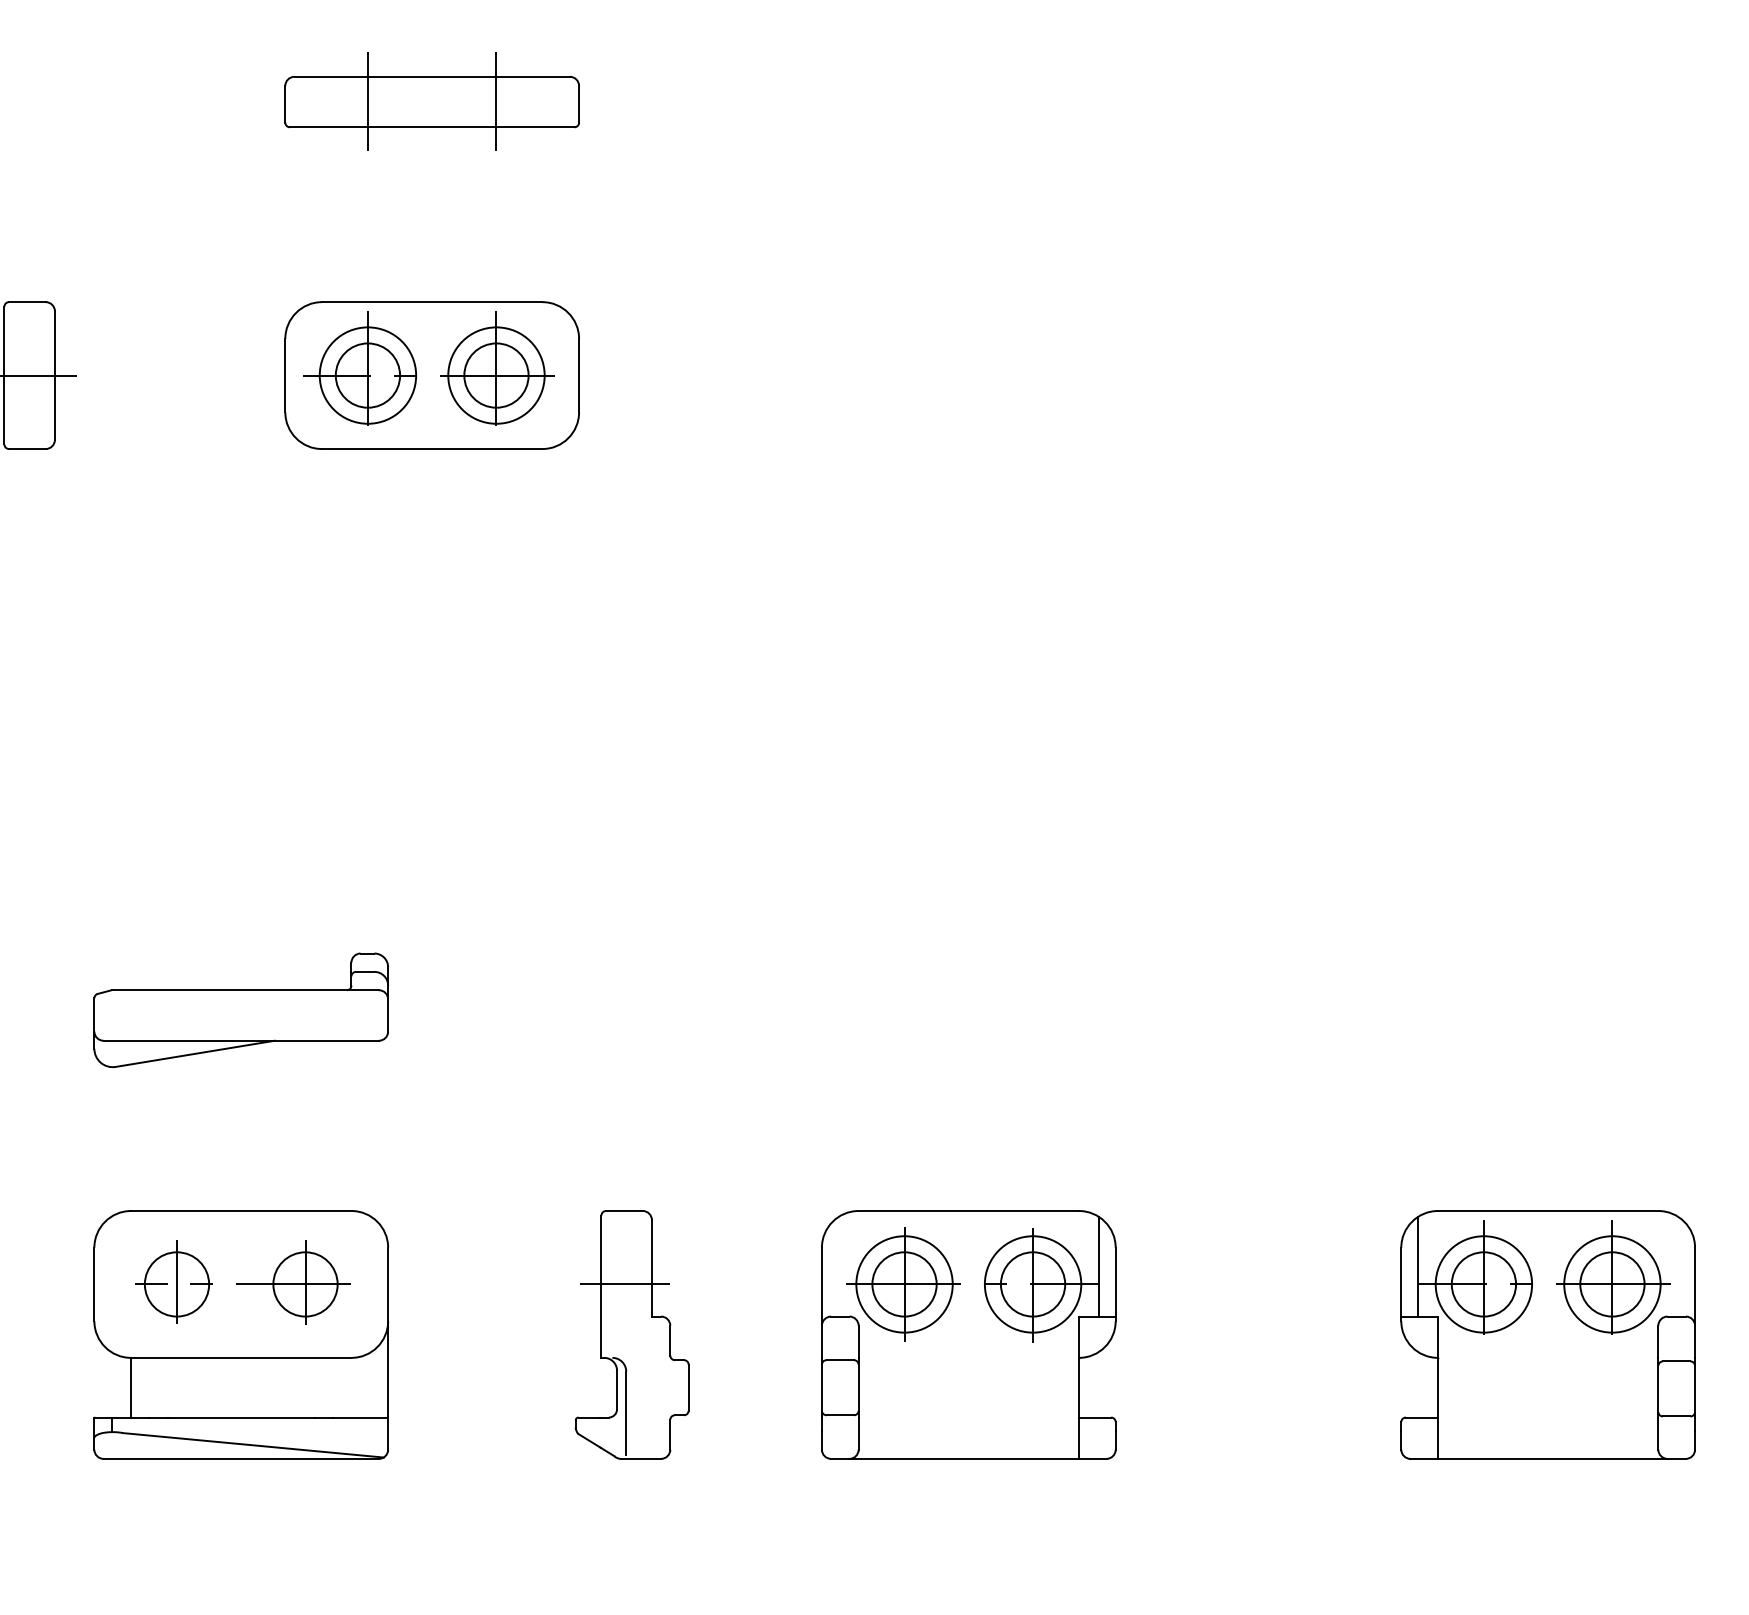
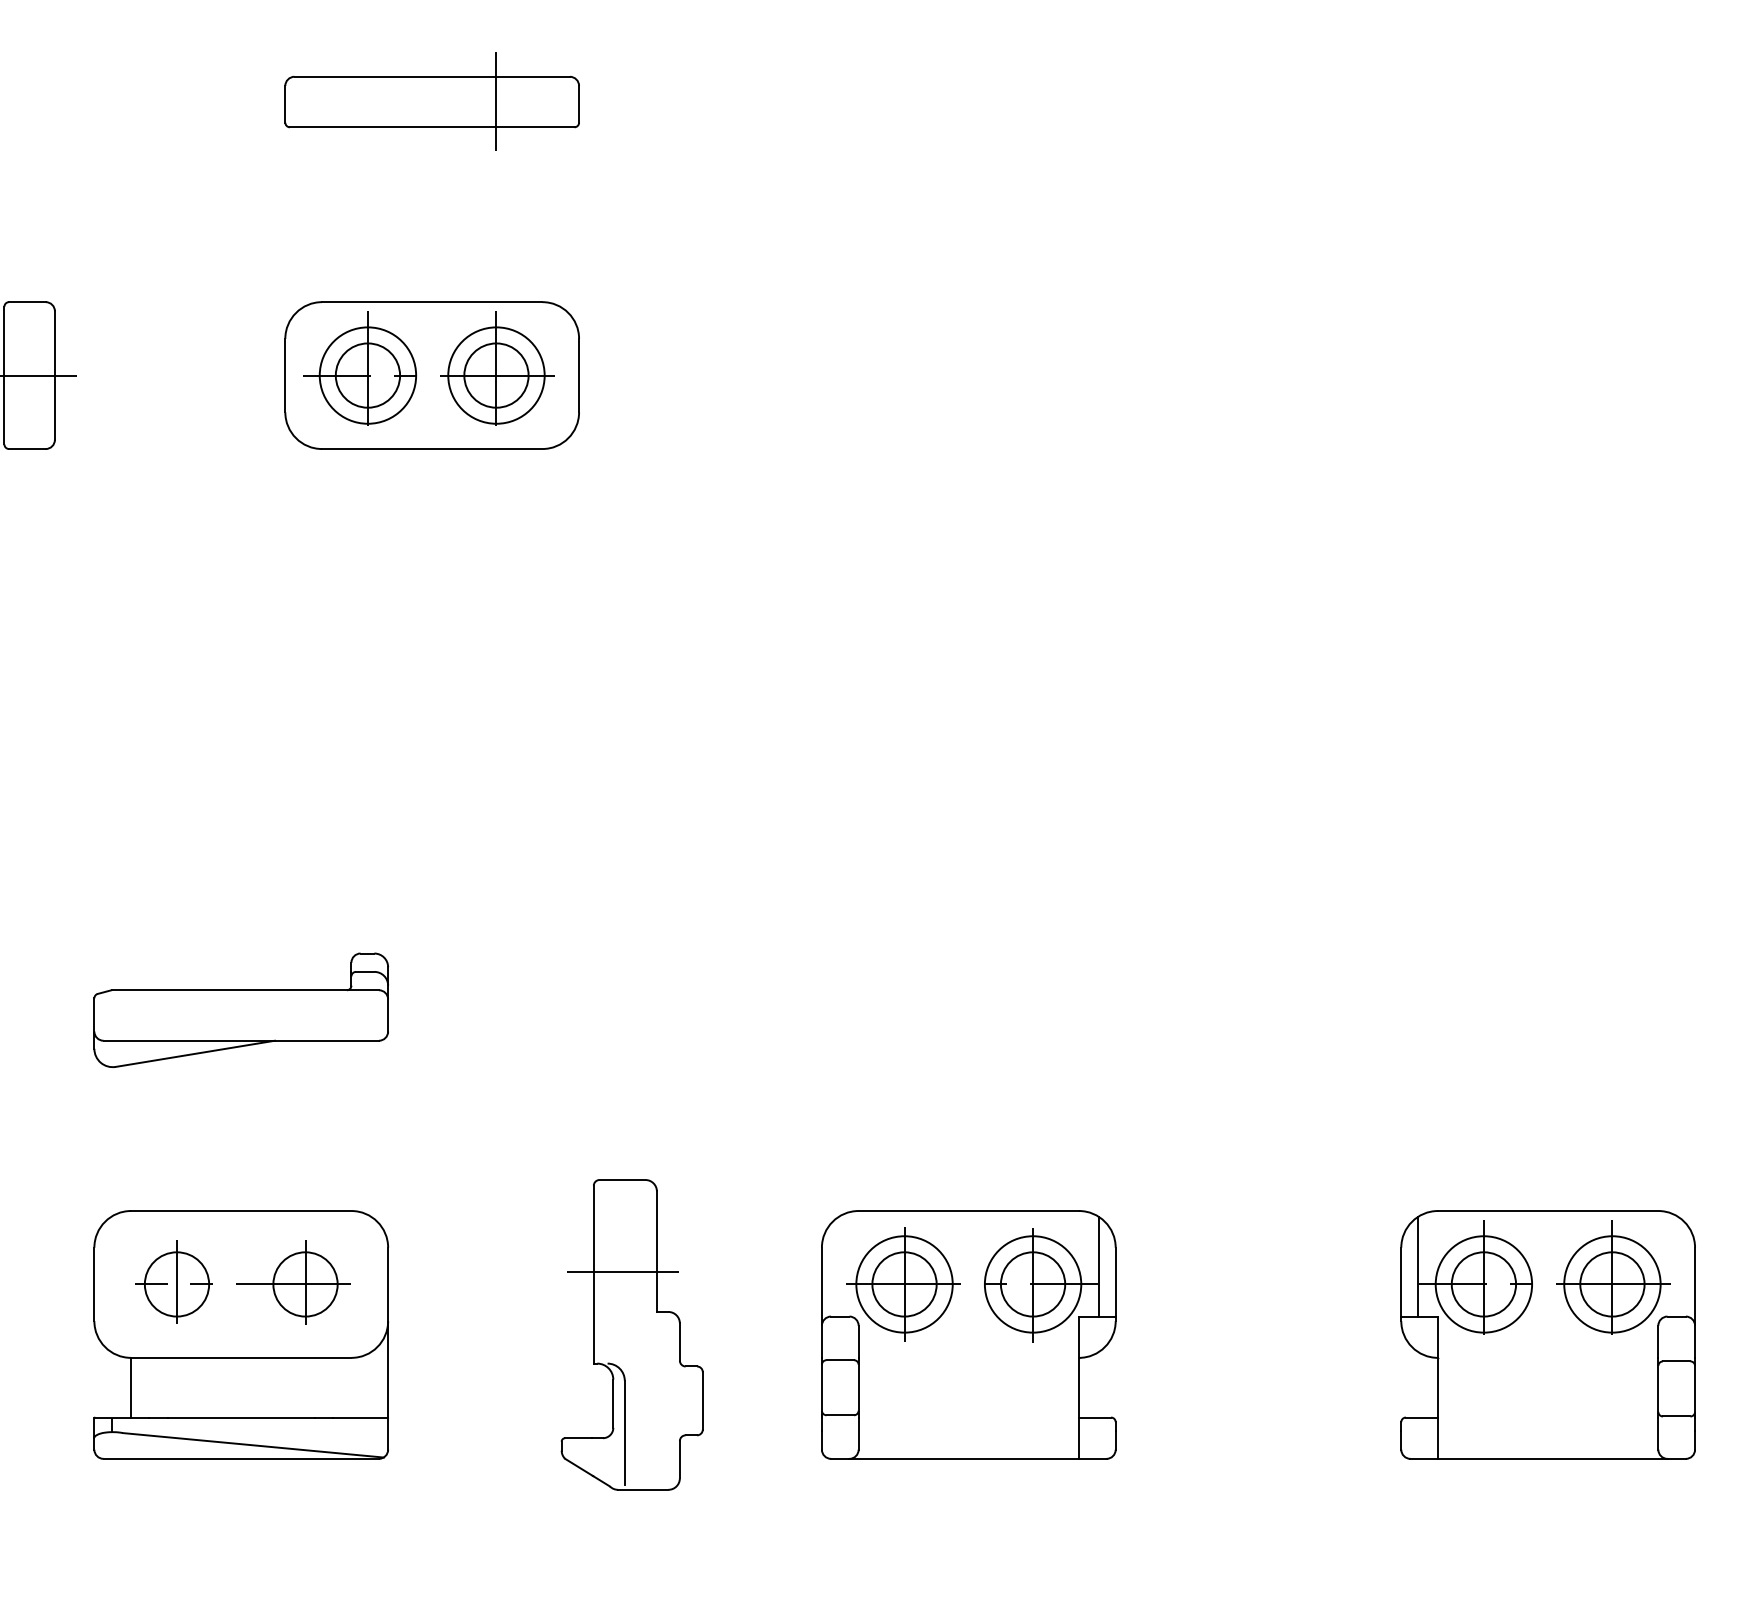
line at (367, 101): present -> none
part at (631, 1334) size: 116x250 px -> 144x312 px
